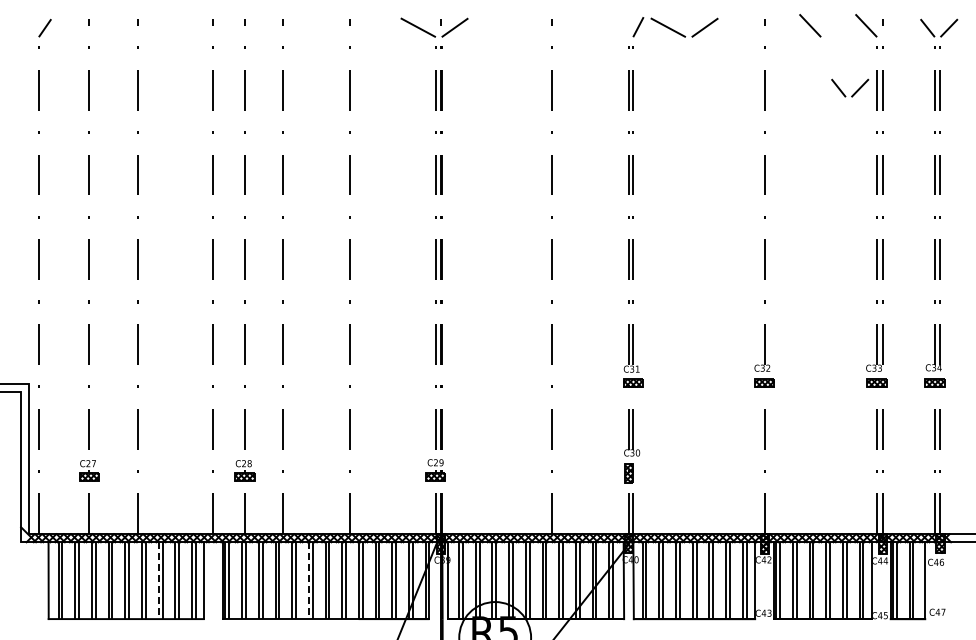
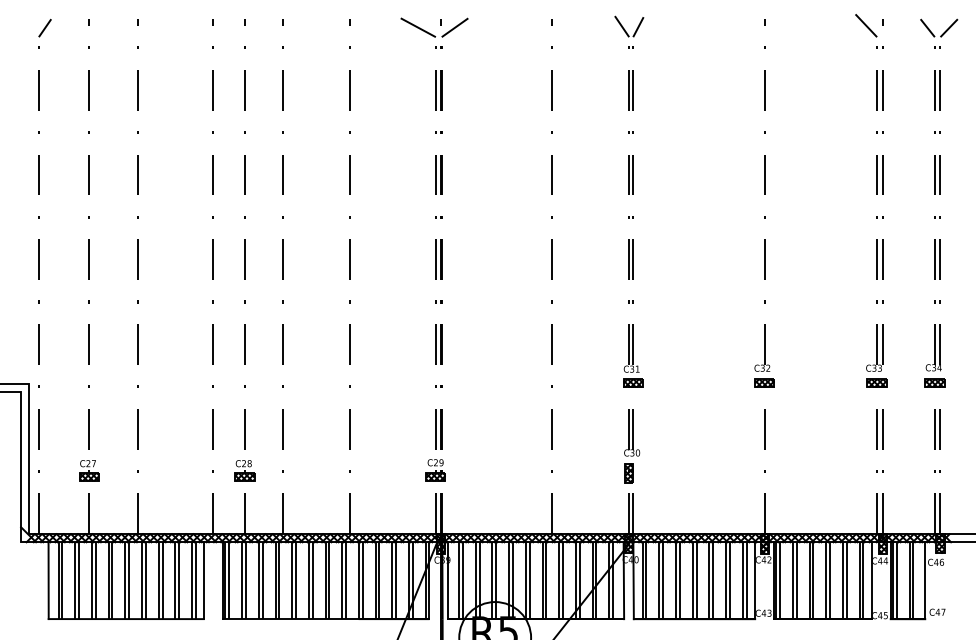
line at (810, 25): present -> none
line at (621, 26): none -> present
part at (681, 33): present -> none
part at (855, 91): present -> none
line at (158, 581): dashed -> solid
line at (308, 581): dashed -> solid
